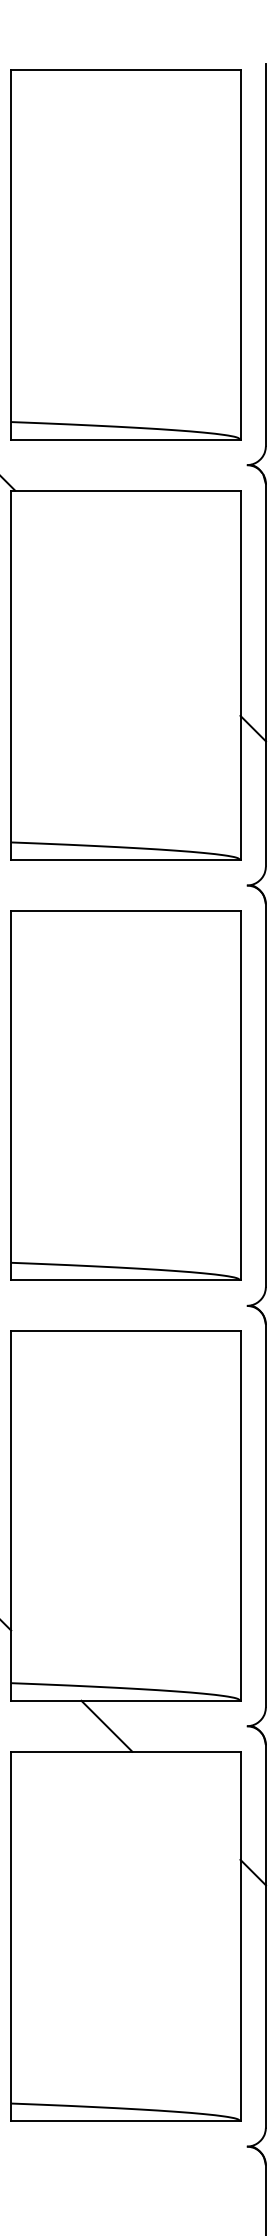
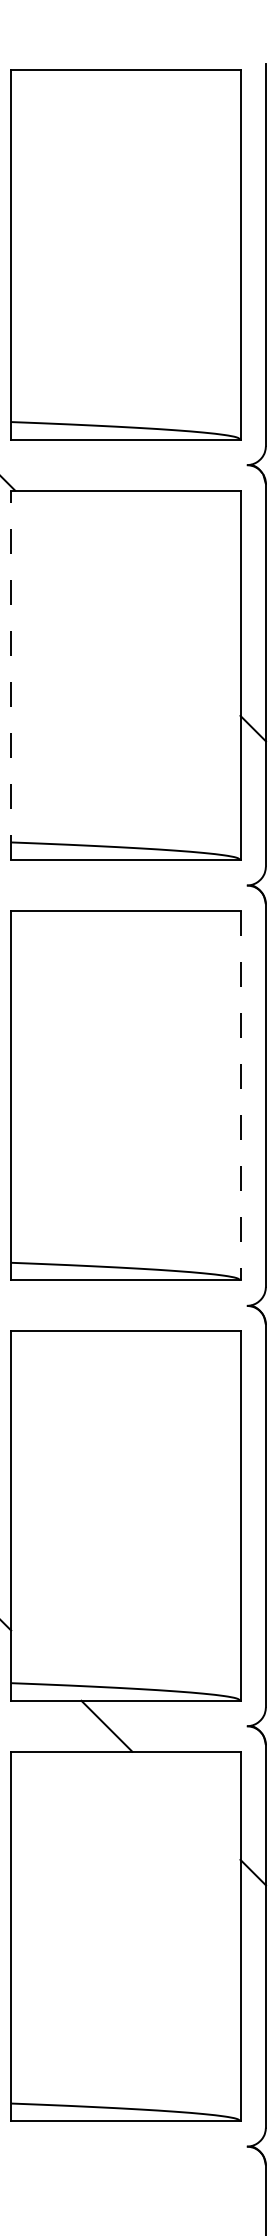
line at (11, 675): solid -> dashed
line at (240, 1095): solid -> dashed
